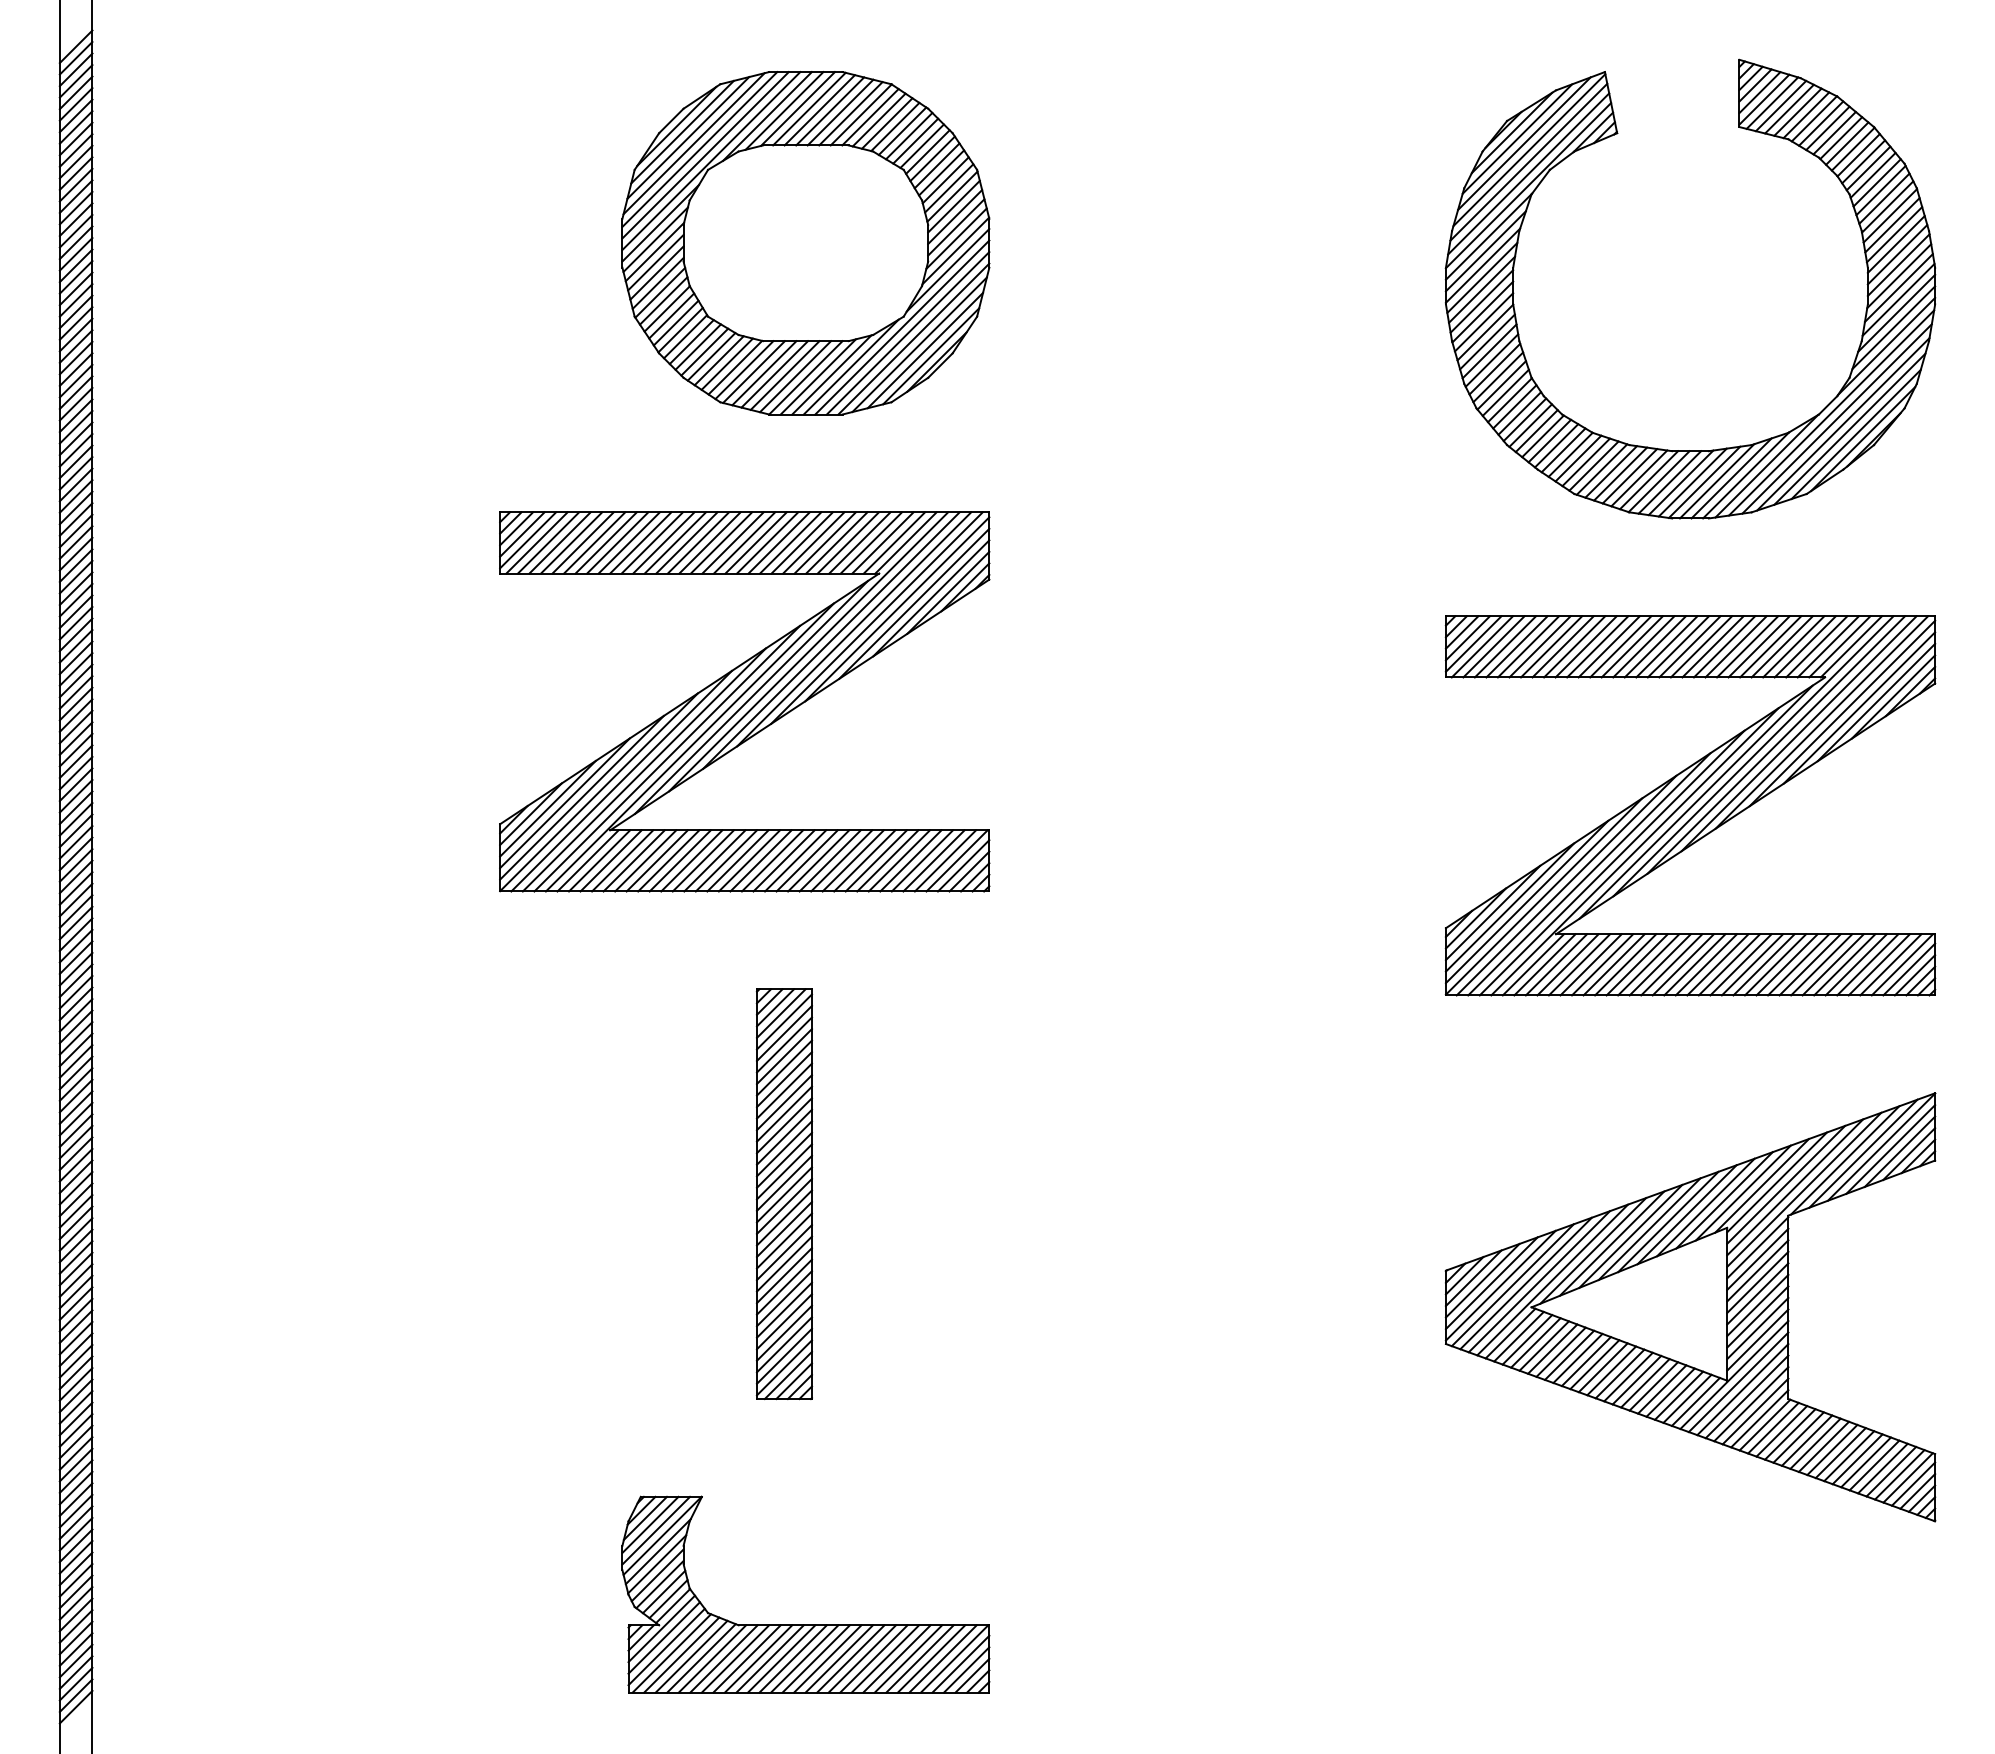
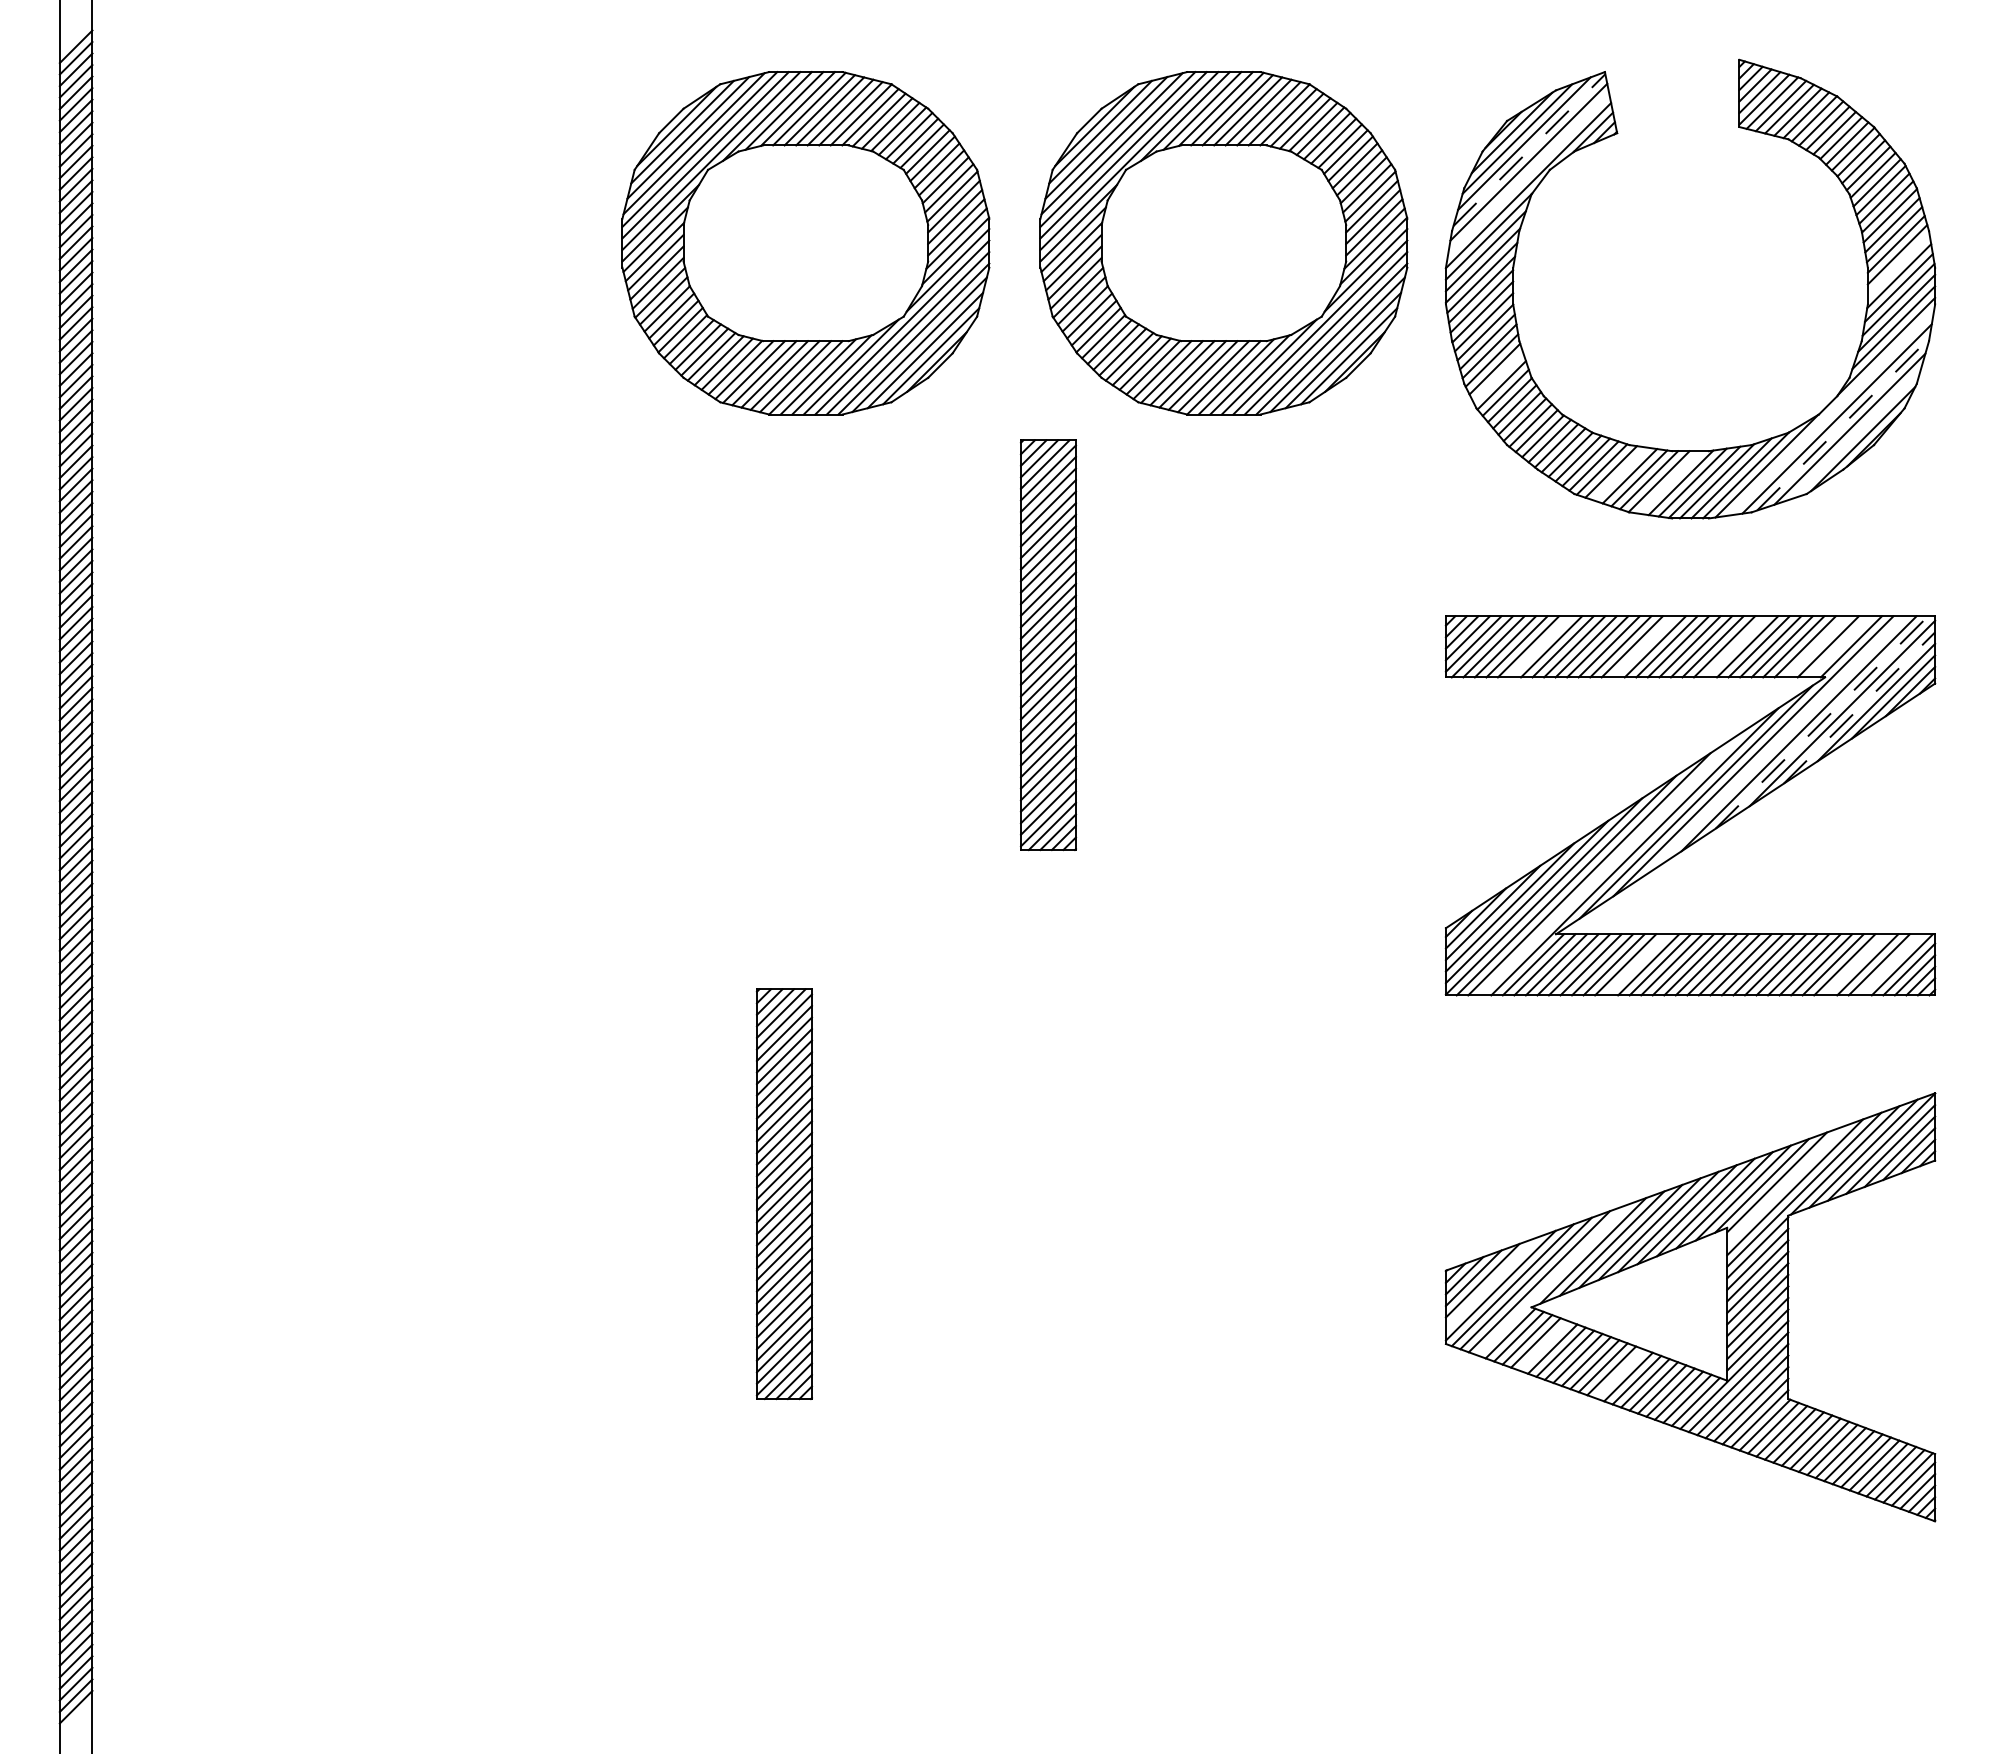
line at (1529, 149): solid -> dashed
line at (1528, 173): present -> none
part at (1223, 243): none -> present
line at (1898, 264): present -> none
line at (1498, 377): present -> none
line at (1831, 412): present -> none
line at (1843, 424): solid -> dashed
line at (1855, 434): present -> none
line at (1620, 473): present -> none
line at (1669, 482): present -> none
part at (1048, 645): none -> present
line at (1539, 646): present -> none
line at (1643, 646): present -> none
line at (1735, 646): present -> none
line at (1816, 646): present -> none
line at (1839, 646): present -> none
part at (744, 701): present -> none
line at (1859, 707): solid -> dashed
line at (1822, 722): solid -> dashed
line at (1776, 744): present -> none
line at (1611, 862): present -> none
line at (1636, 964): present -> none
line at (1855, 964): present -> none
line at (1890, 964): present -> none
line at (1786, 1184): present -> none
line at (1552, 1279): present -> none
line at (1491, 1283): present -> none
line at (1543, 1345): present -> none
line at (1619, 1373): present -> none
part at (805, 1624): present -> none
